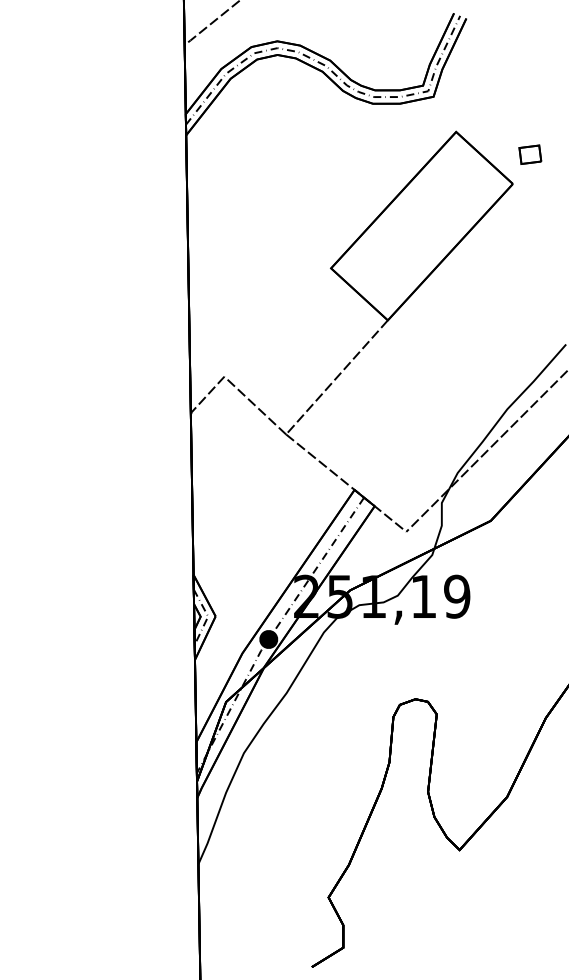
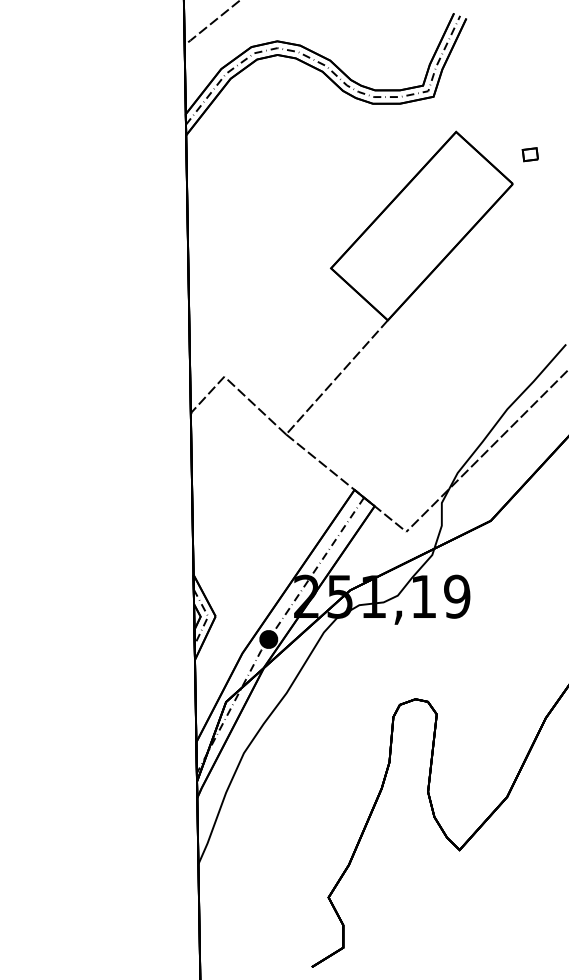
part at (530, 154) size: 25x21 px -> 18x16 px
